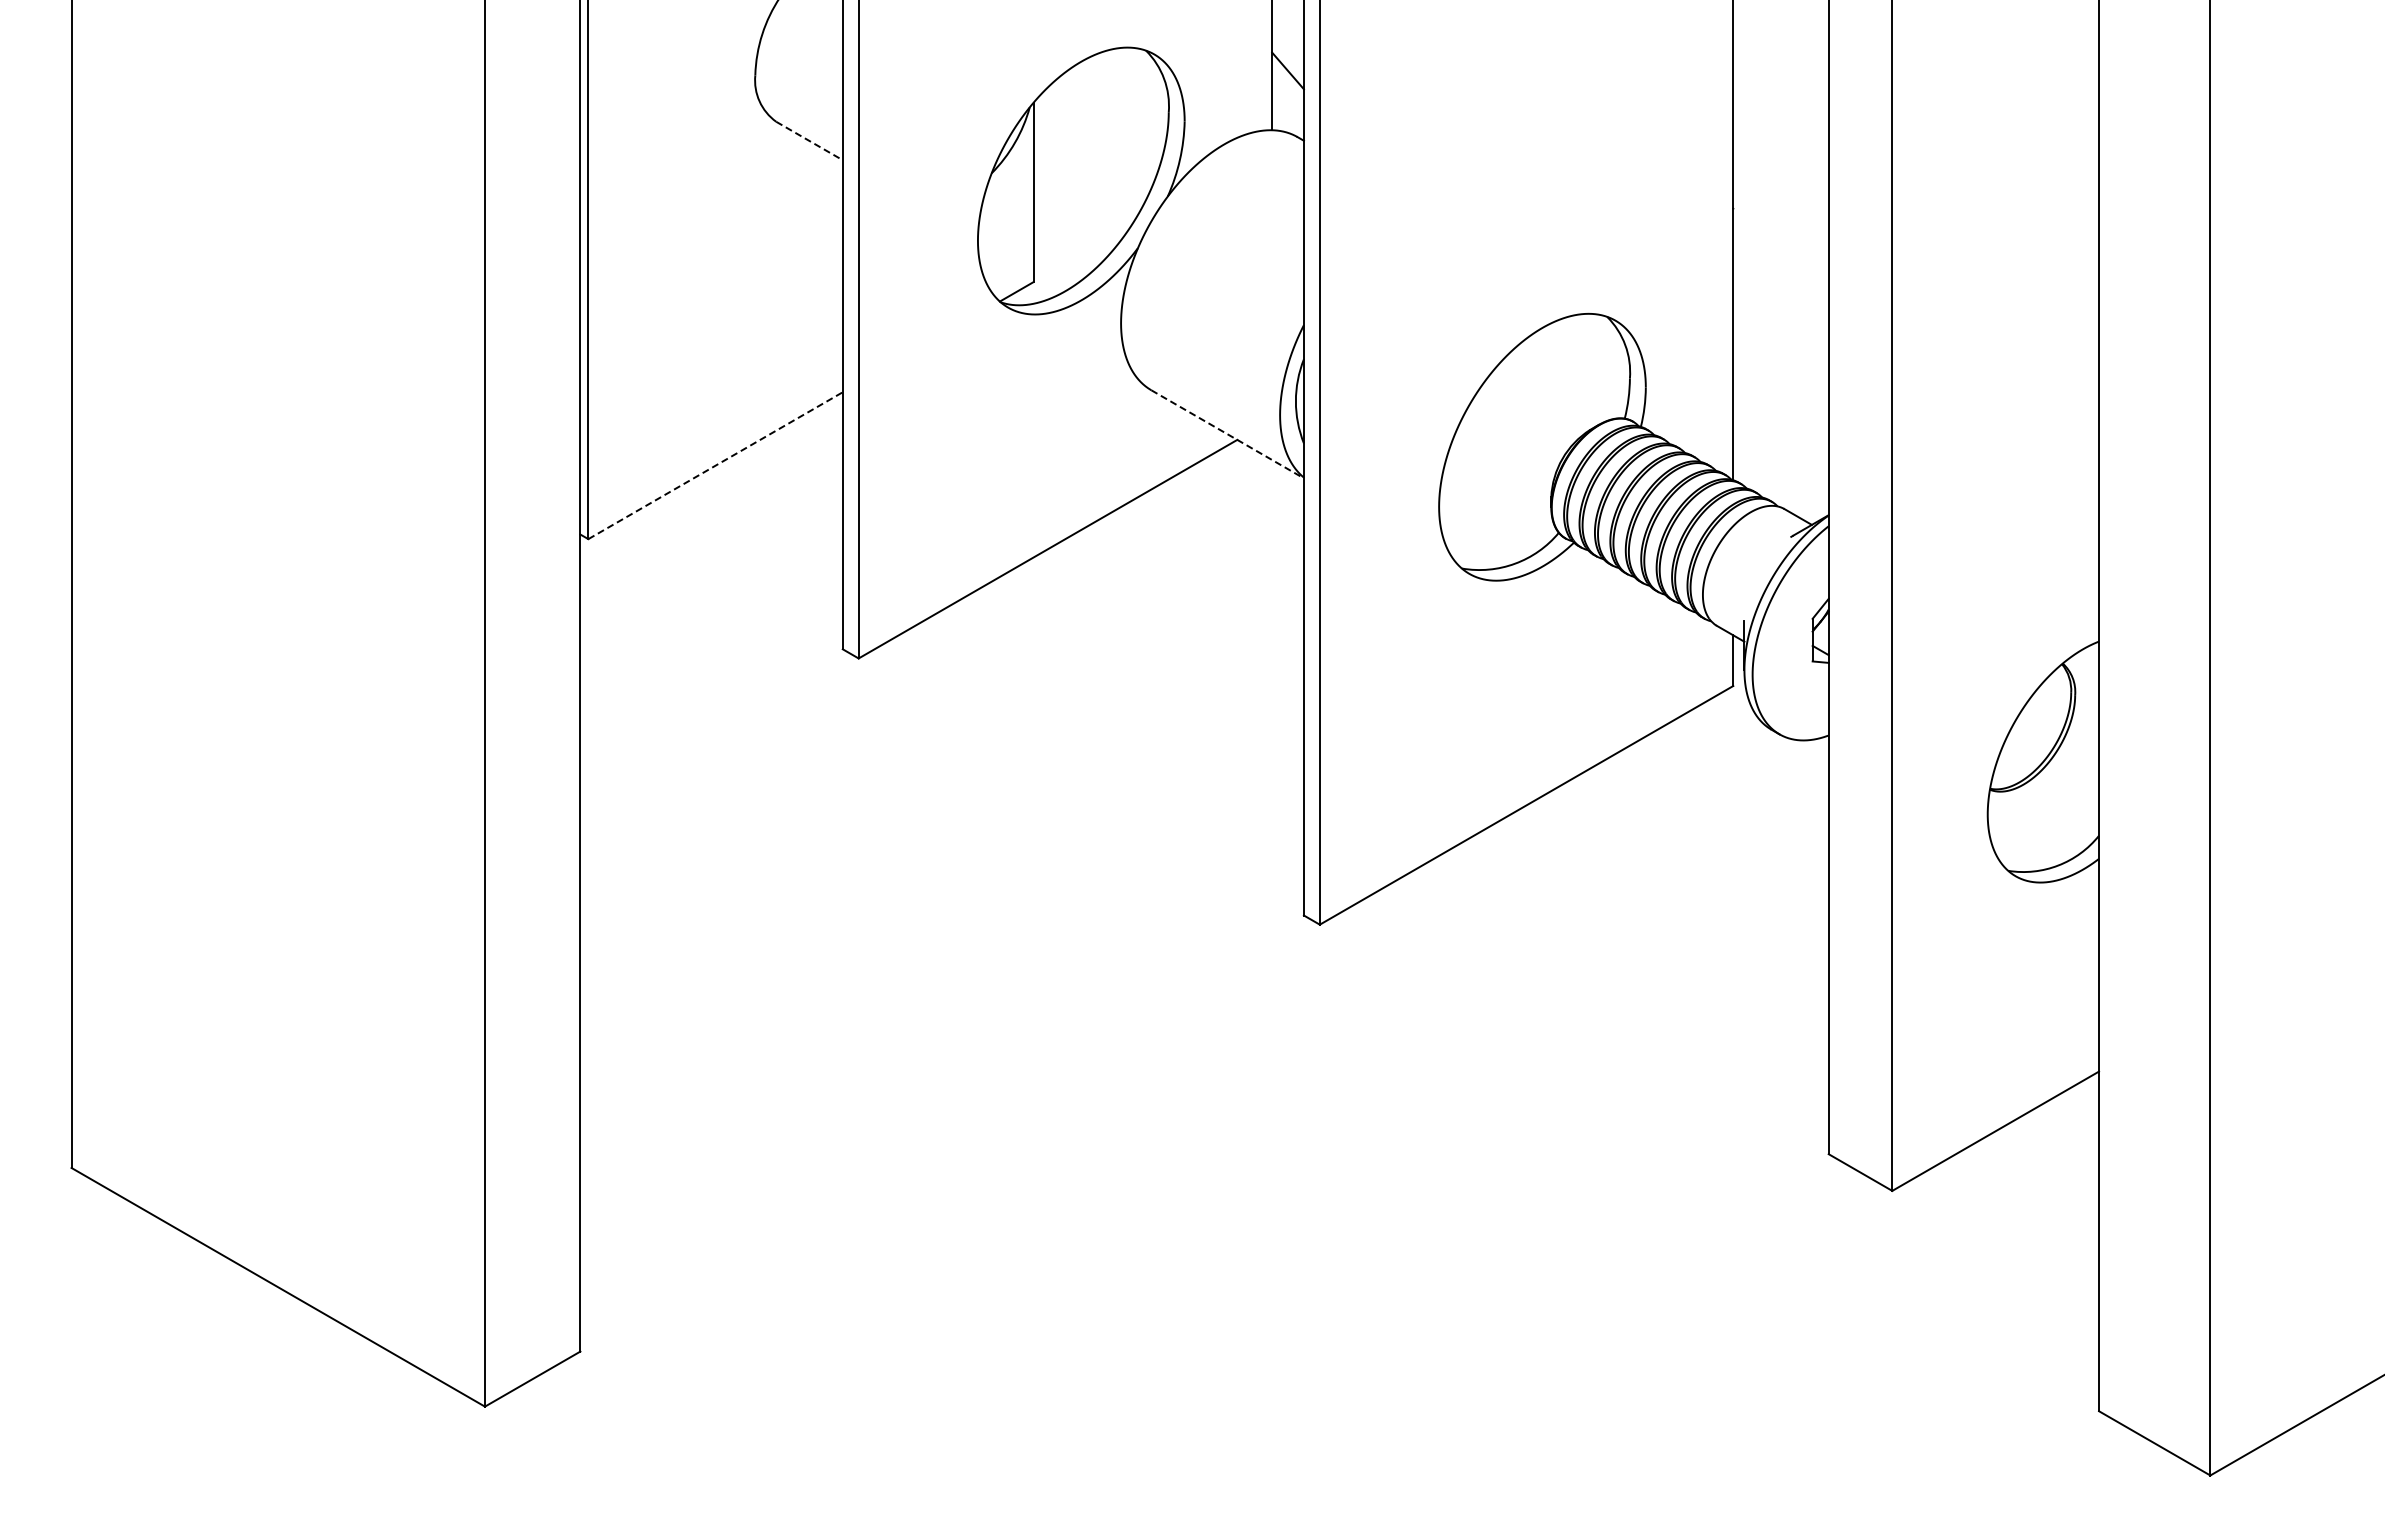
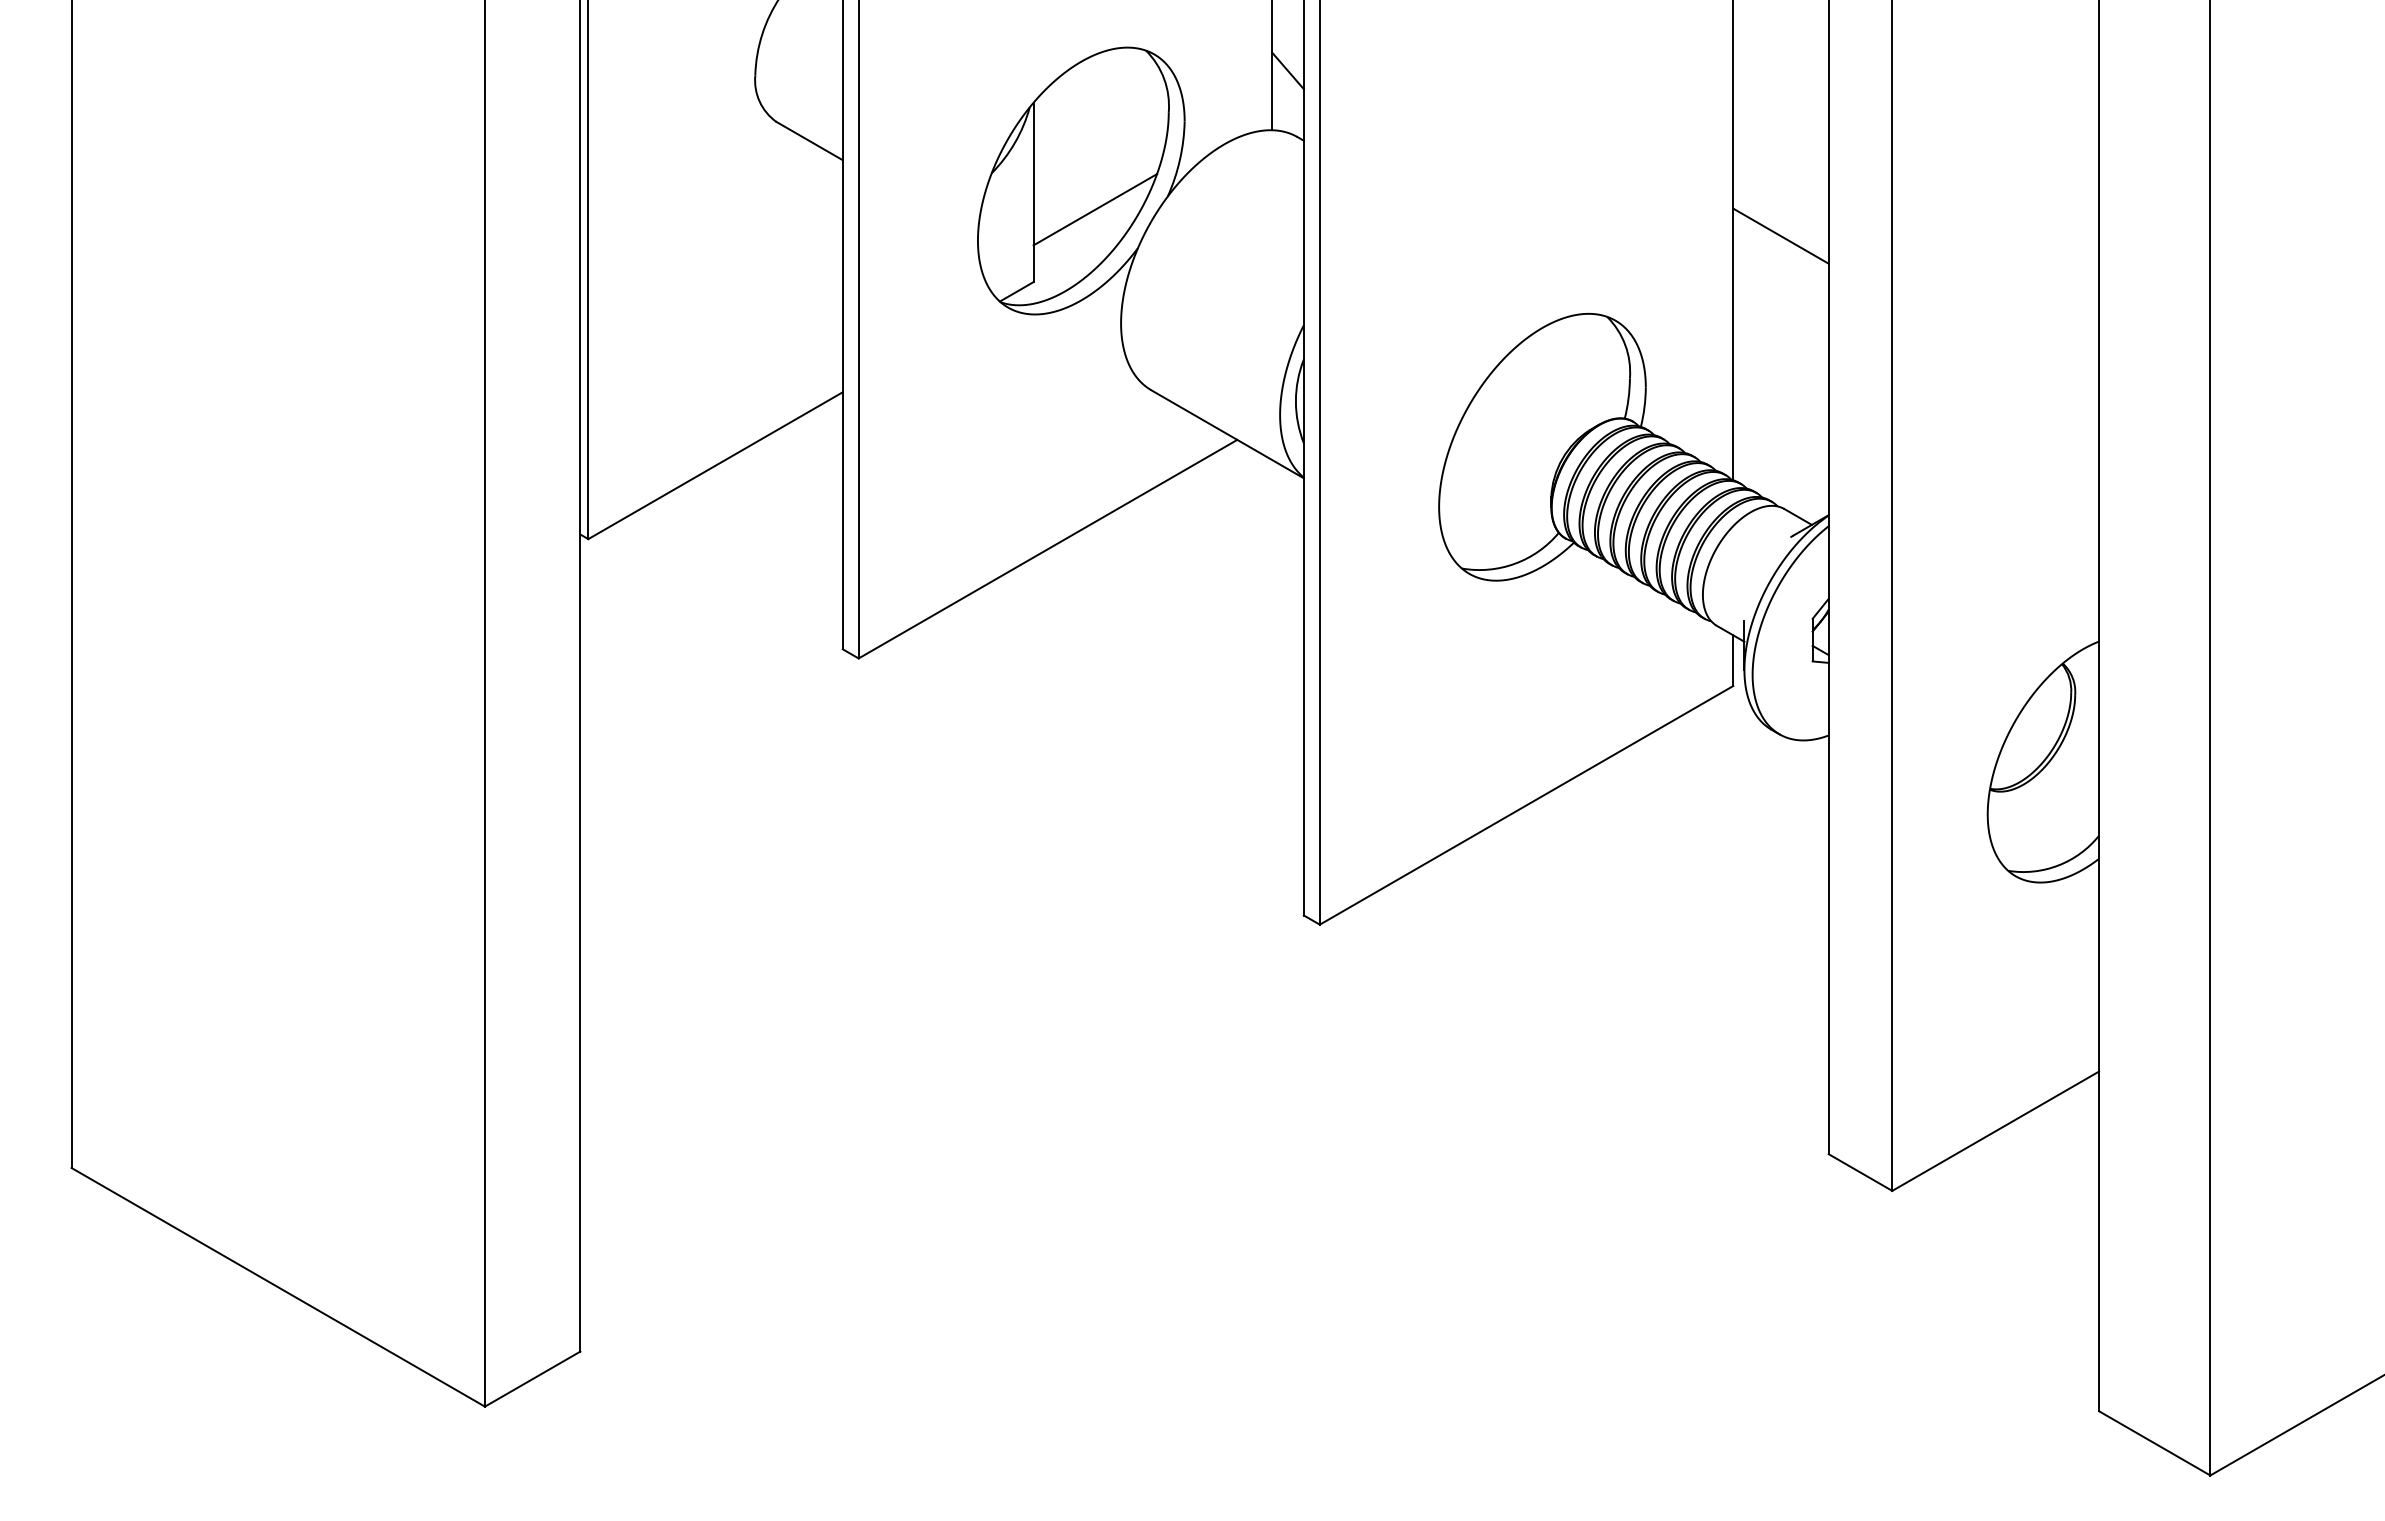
line at (809, 141): dashed -> solid
line at (1095, 209): none -> present
line at (1780, 235): none -> present
line at (1228, 434): dashed -> solid
line at (715, 465): dashed -> solid
